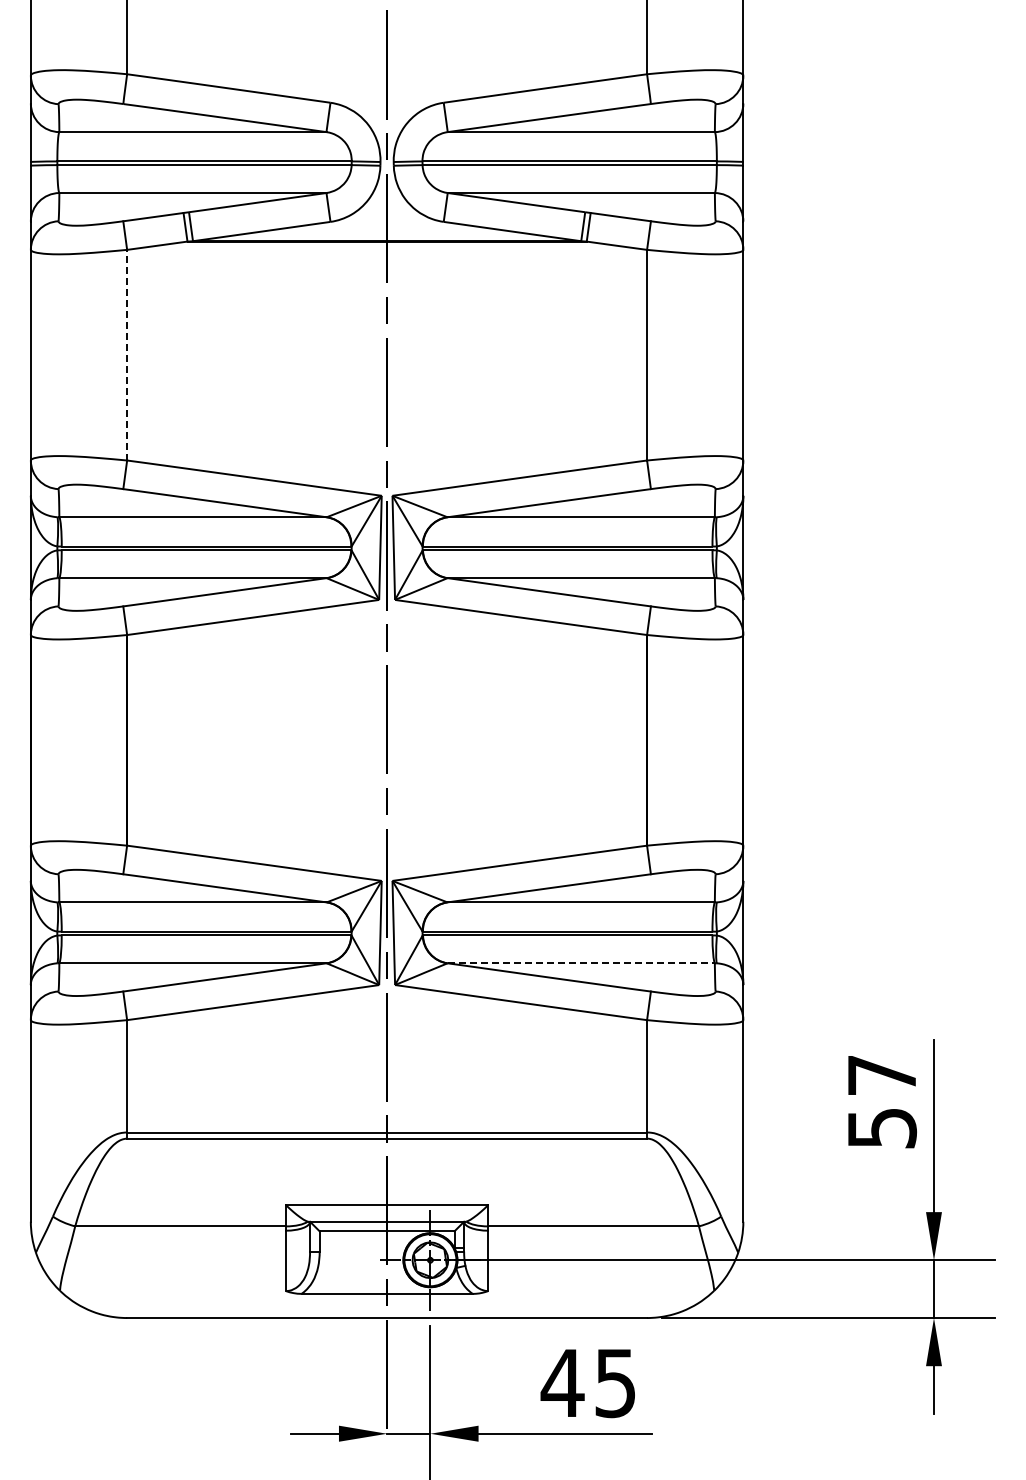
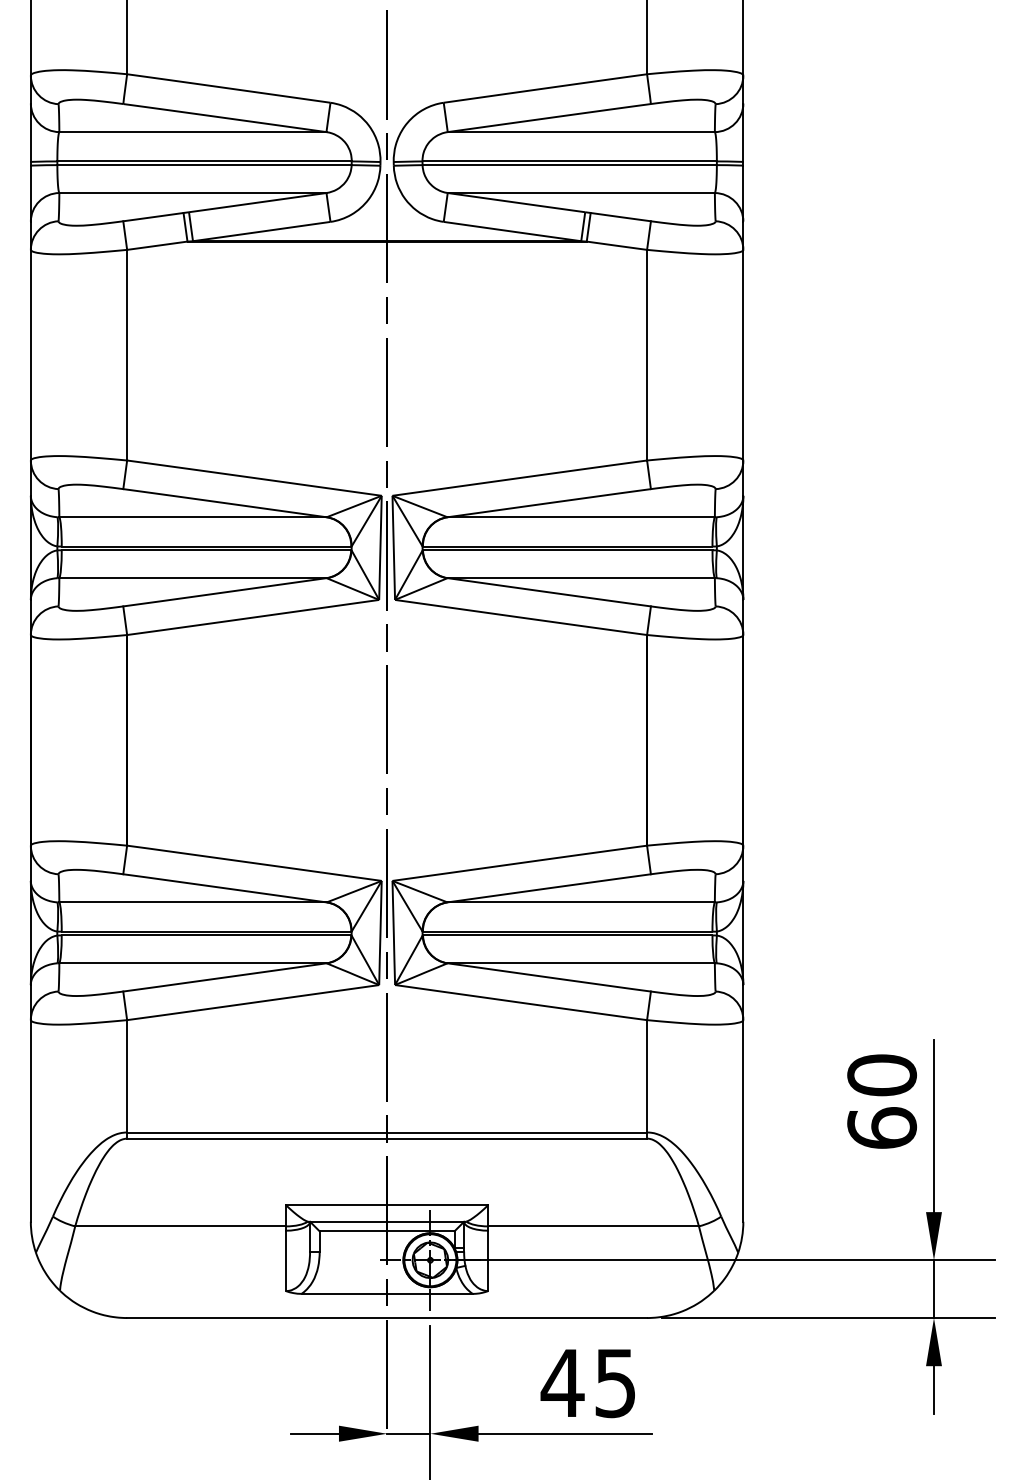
line at (127, 354): dashed -> solid
line at (581, 963): dashed -> solid
text at (882, 1101): 57 -> 60
